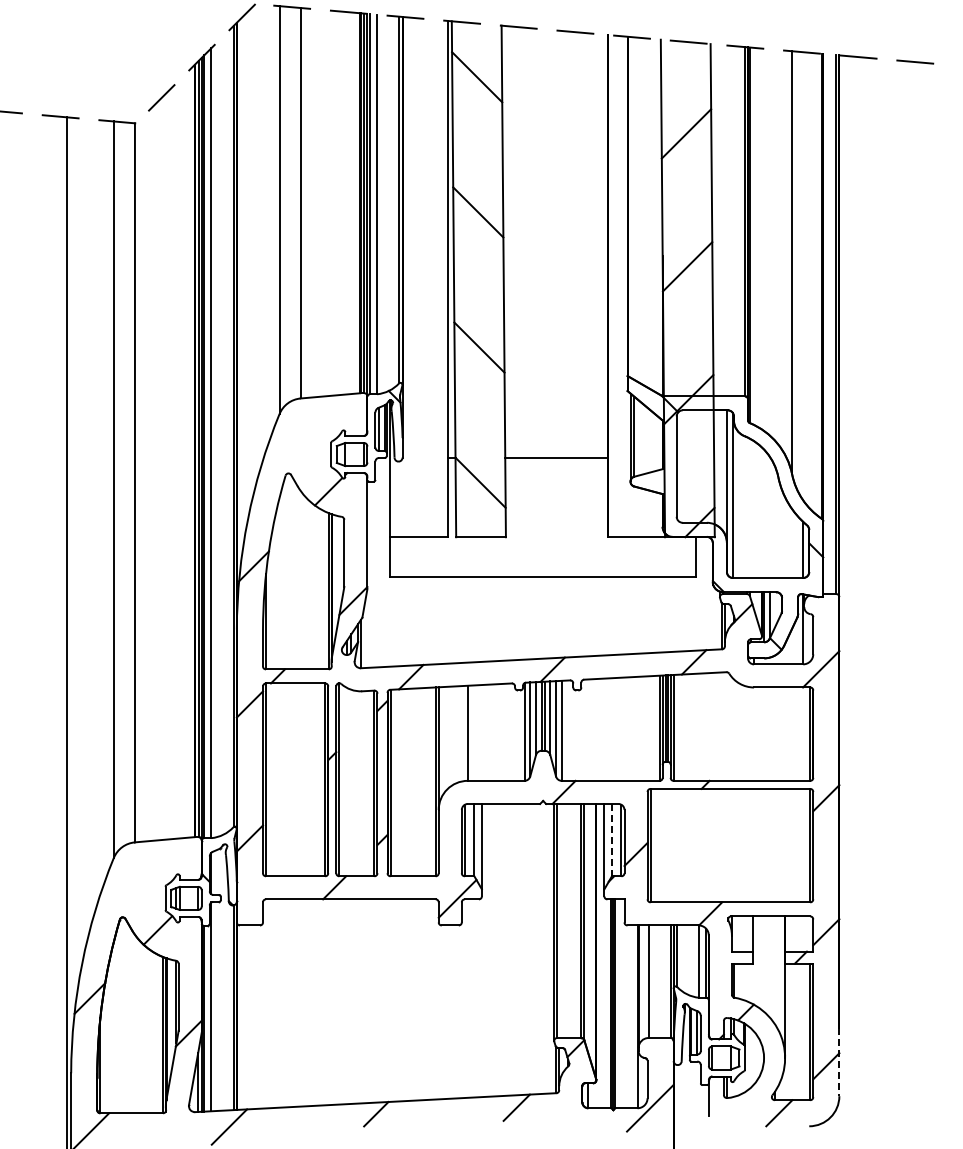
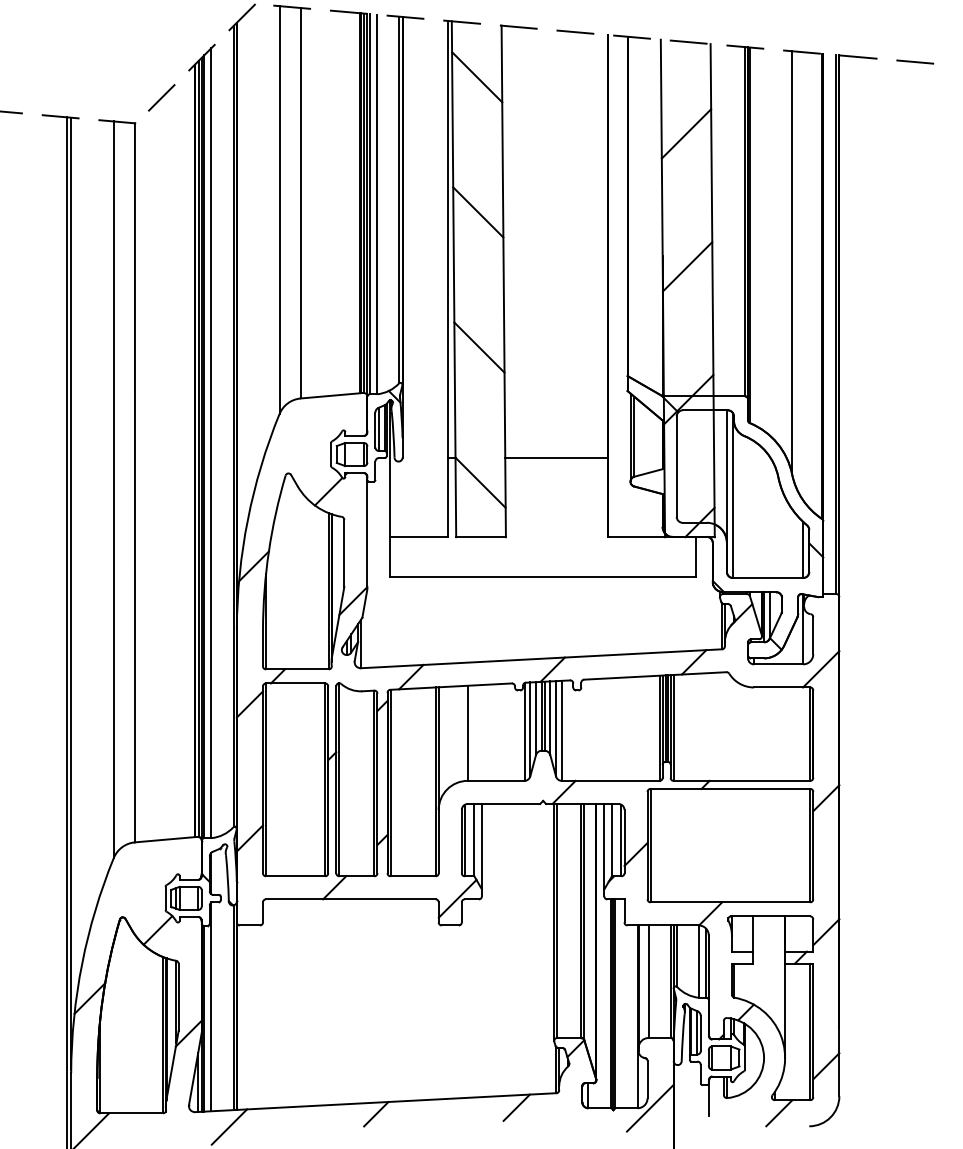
line at (71, 593): none -> present
line at (611, 840): dashed -> solid
line at (839, 1062): dashed -> solid
